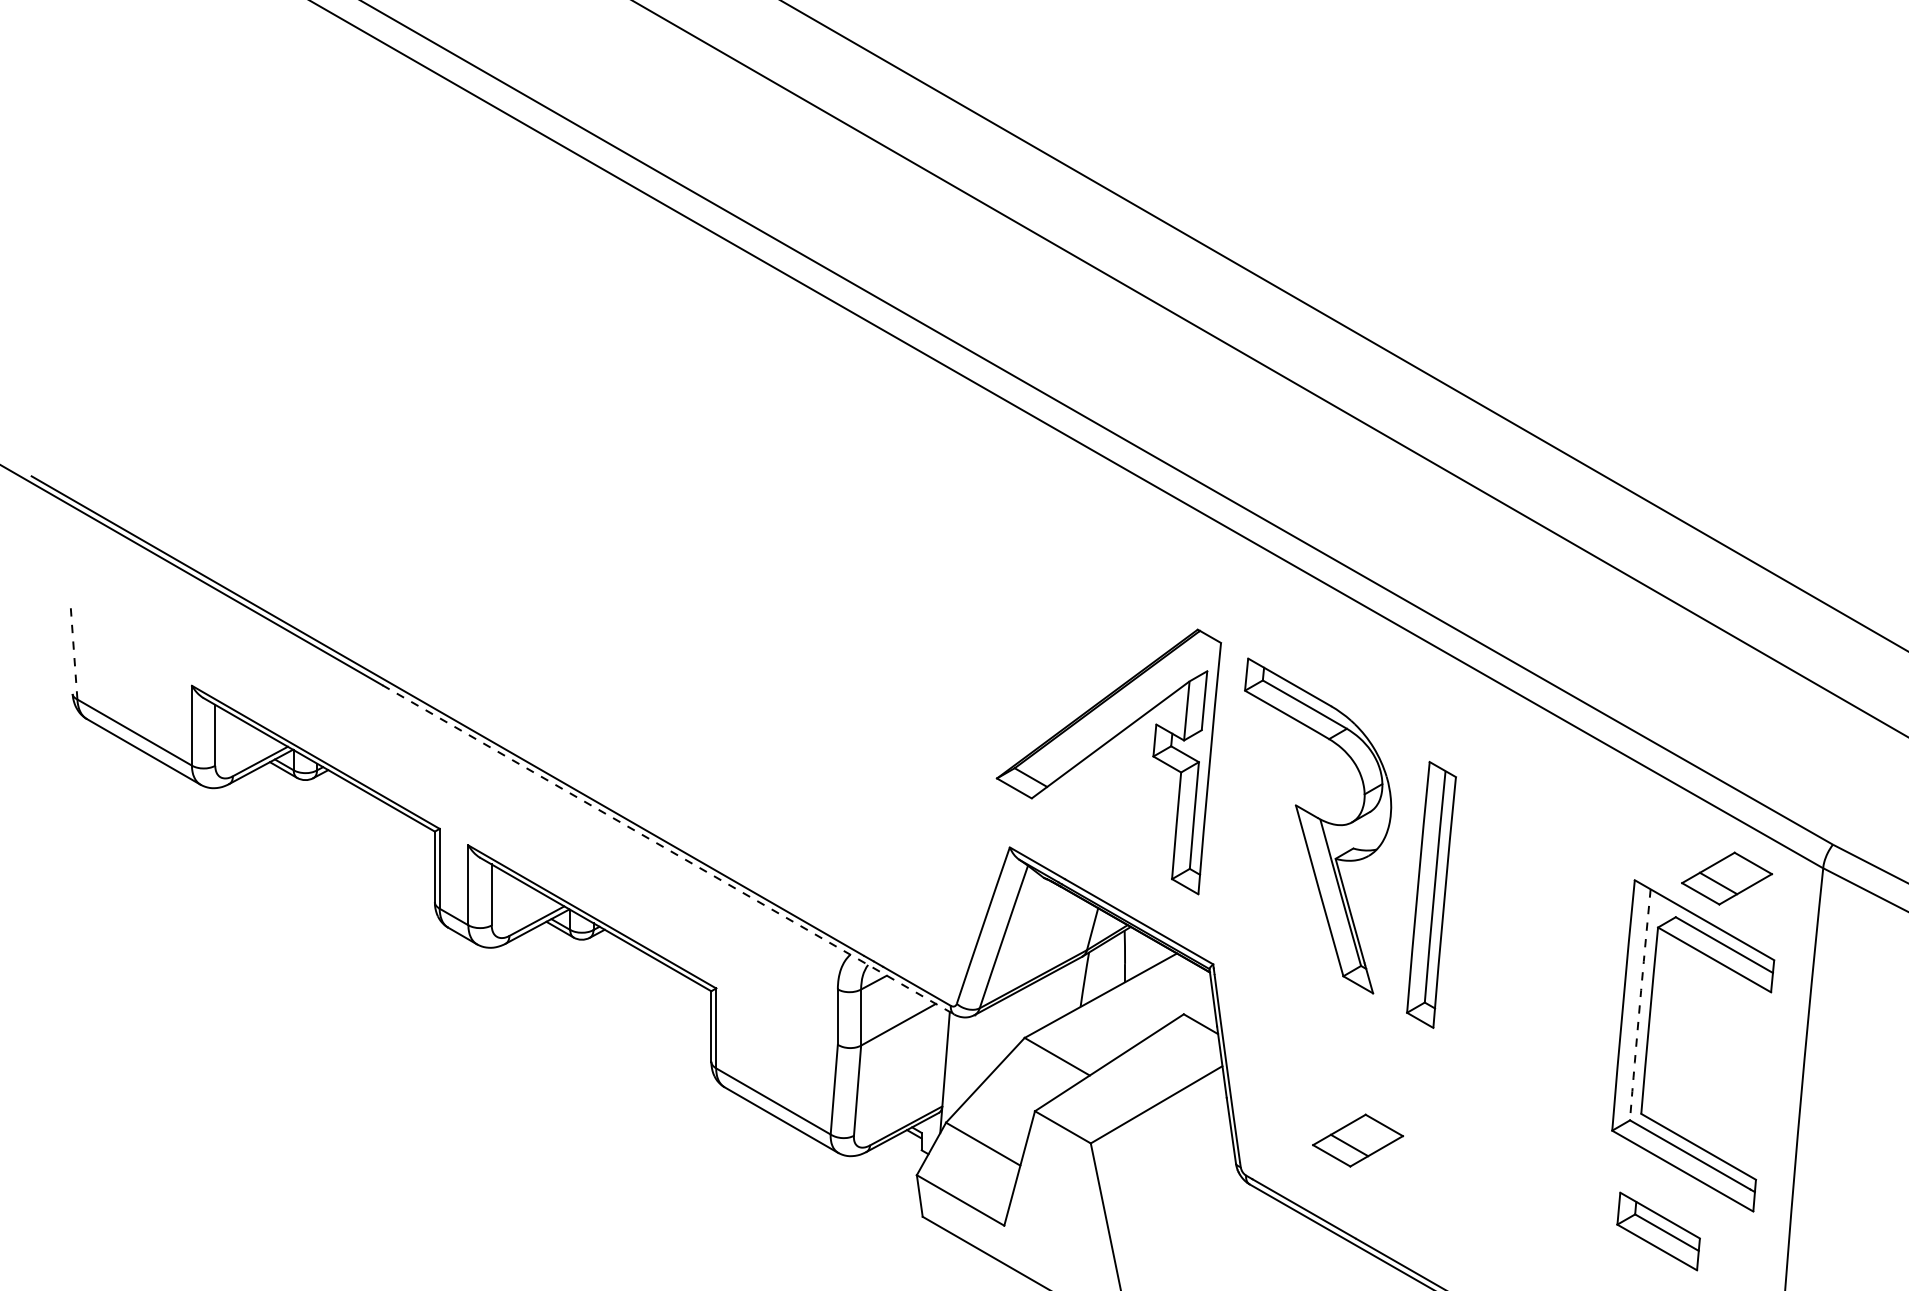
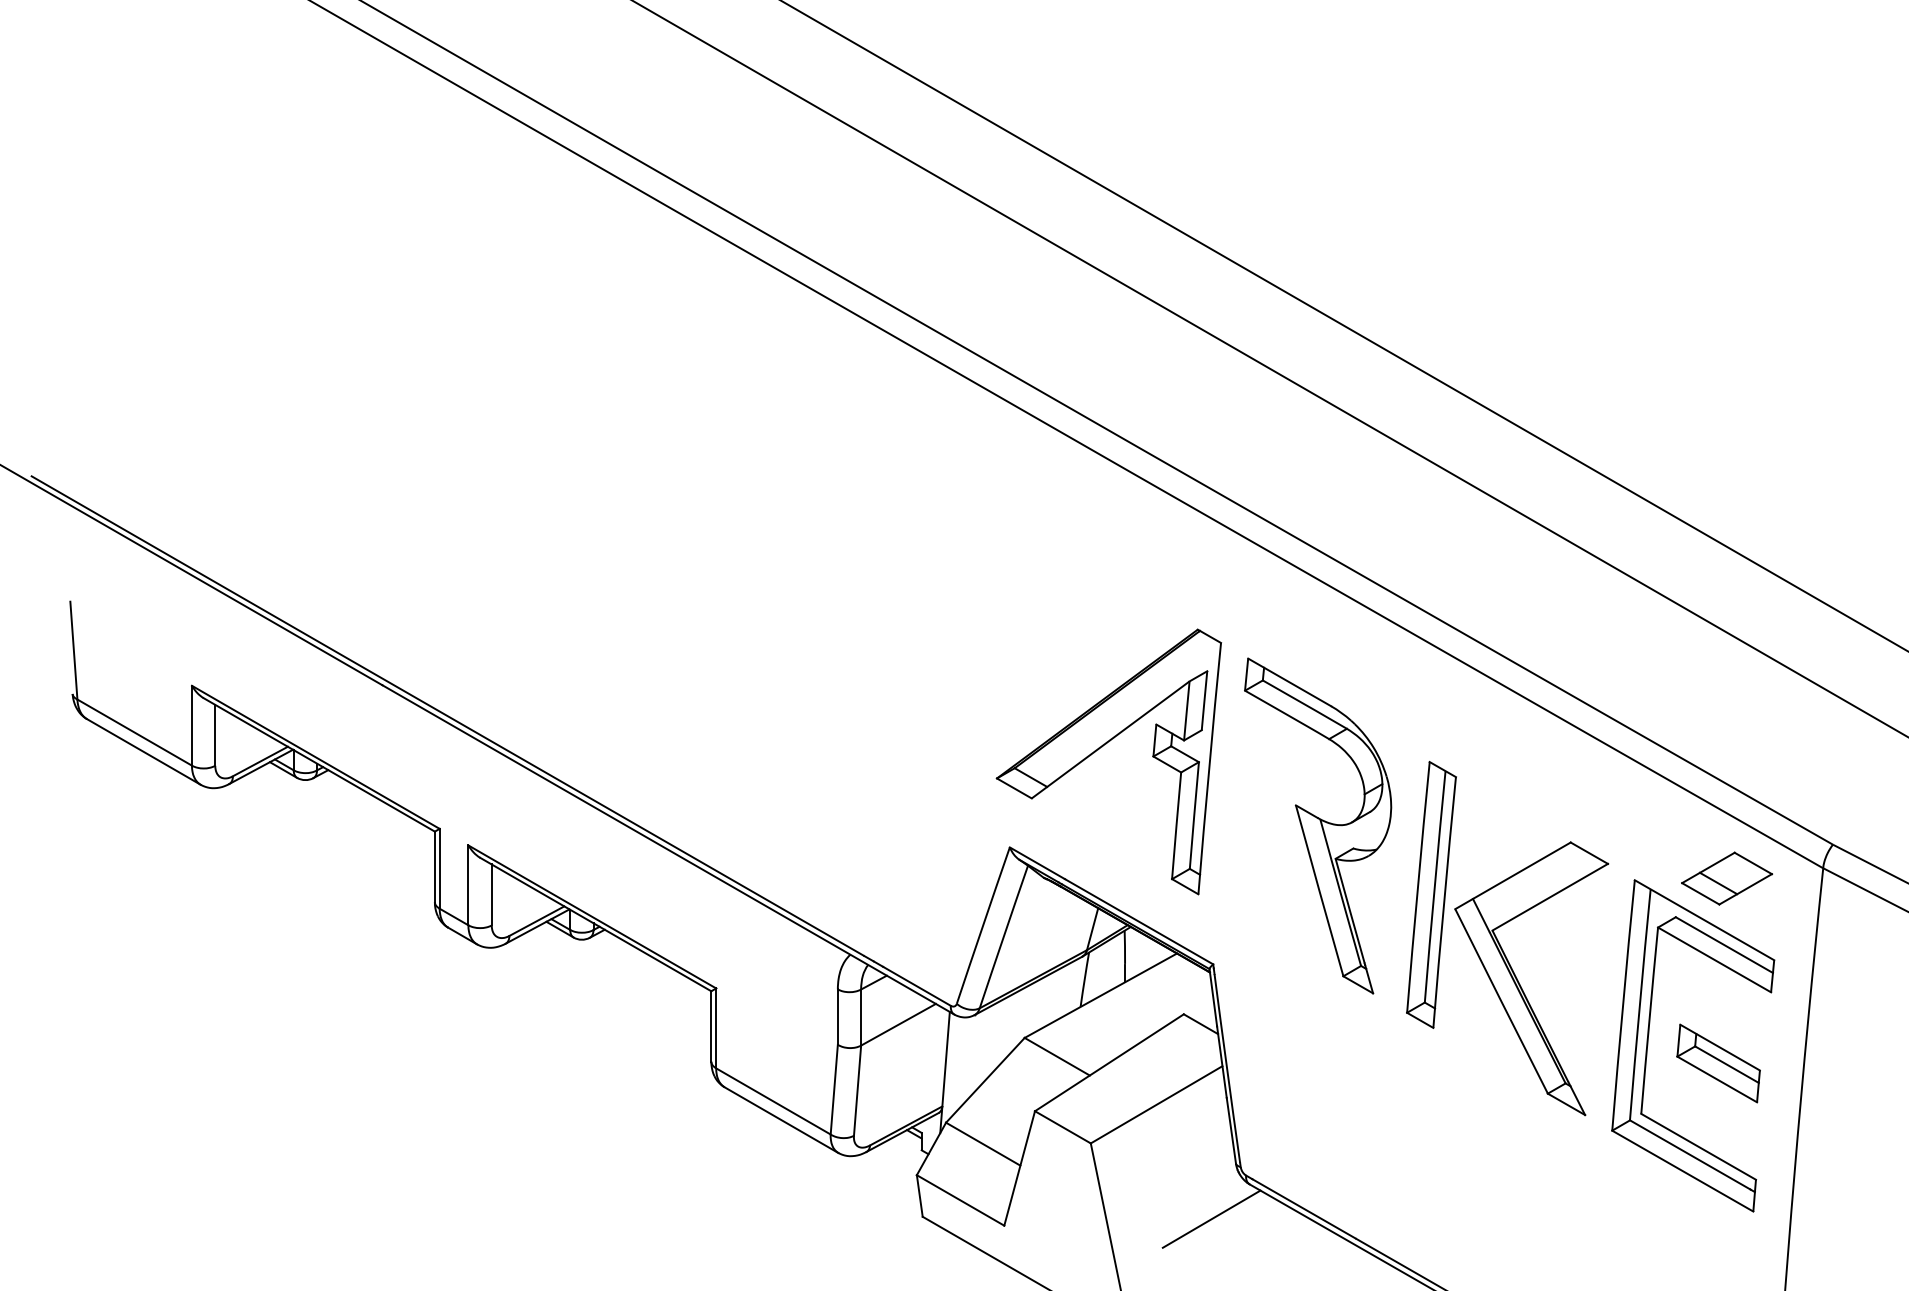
line at (73, 650): dashed -> solid
line at (668, 849): dashed -> solid
part at (1520, 984): none -> present
arc at (1639, 1004): dashed -> solid
part at (1358, 1140): present -> none
line at (1211, 1218): none -> present
part at (1658, 1231) position: (1658, 1231) -> (1718, 1063)
